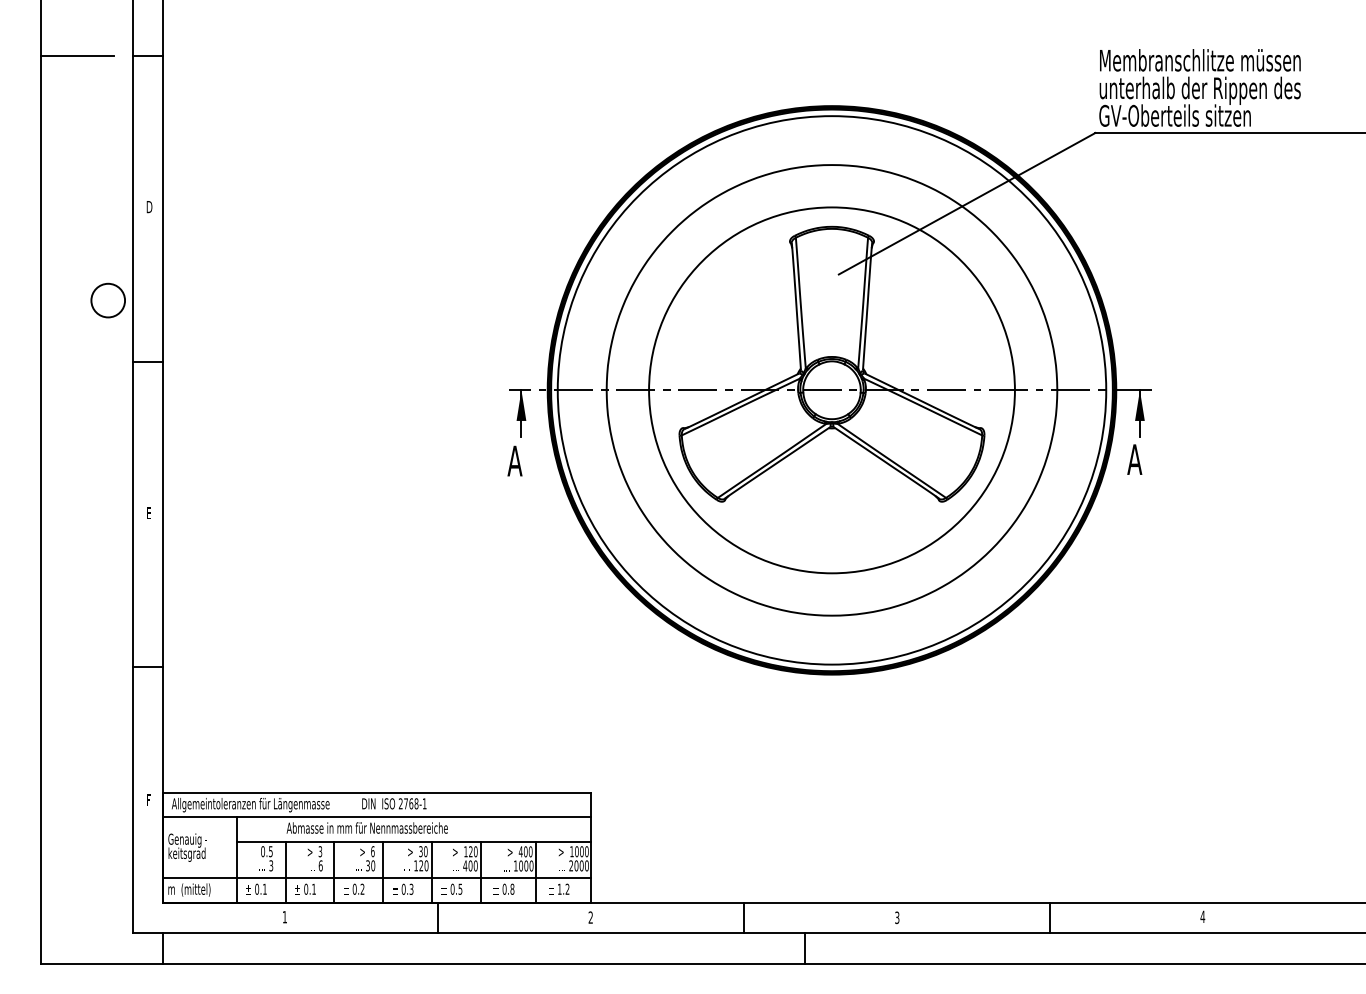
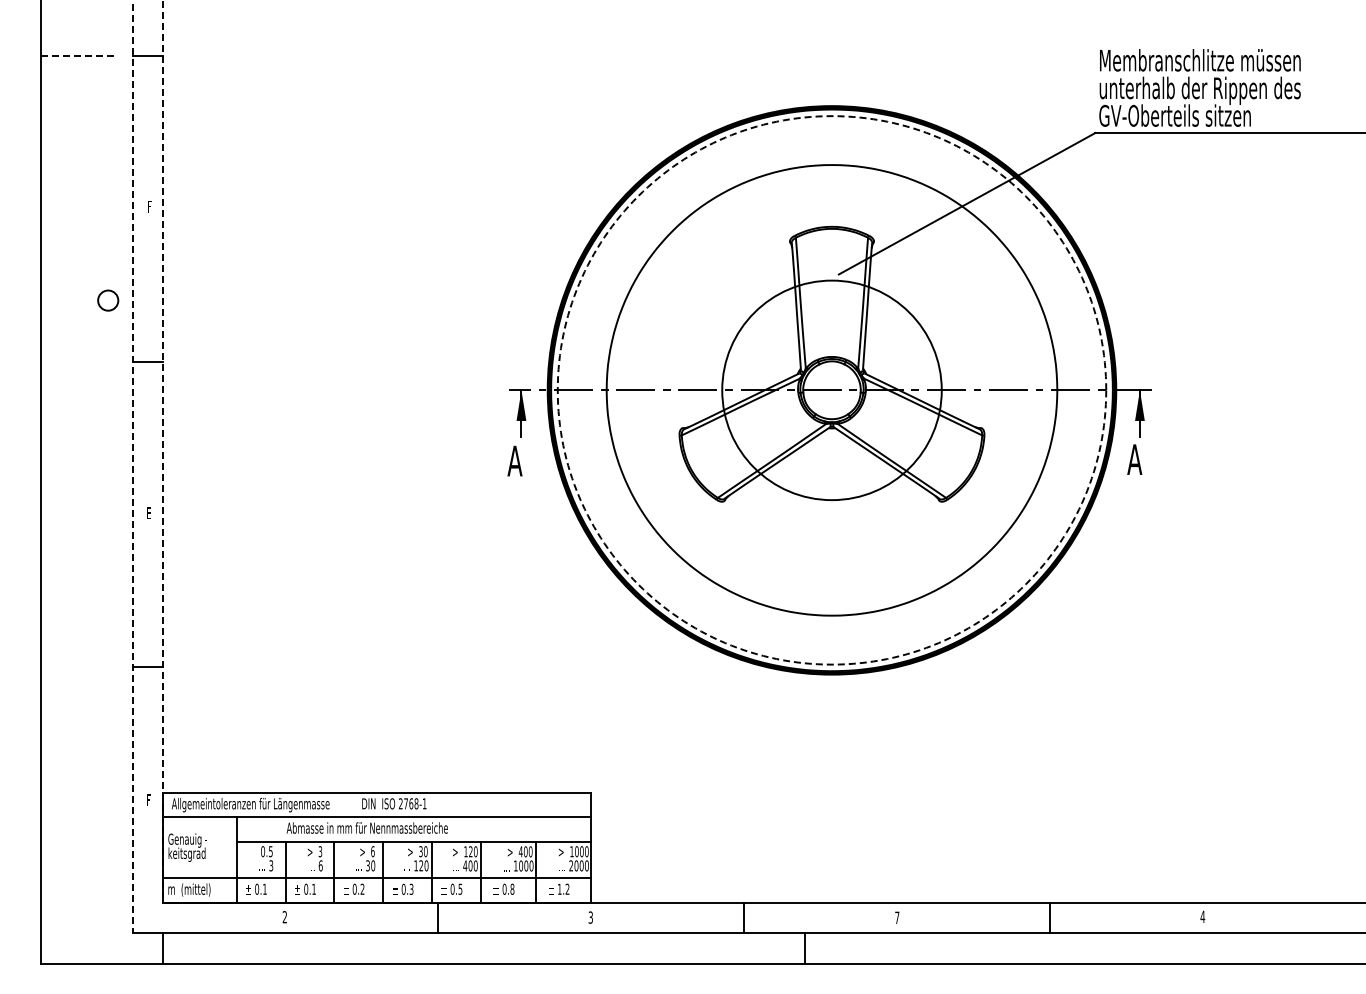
line at (77, 56): solid -> dashed
text at (149, 207): D -> F
circle at (108, 300) diameter: 34 px -> 20 px
circle at (831, 390) diameter: 366 px -> 220 px
circle at (831, 390): solid -> dashed
line at (163, 451): solid -> dashed
line at (132, 467): solid -> dashed
text at (284, 916): 1 -> 2
text at (590, 917): 2 -> 3
text at (897, 917): 3 -> 7
